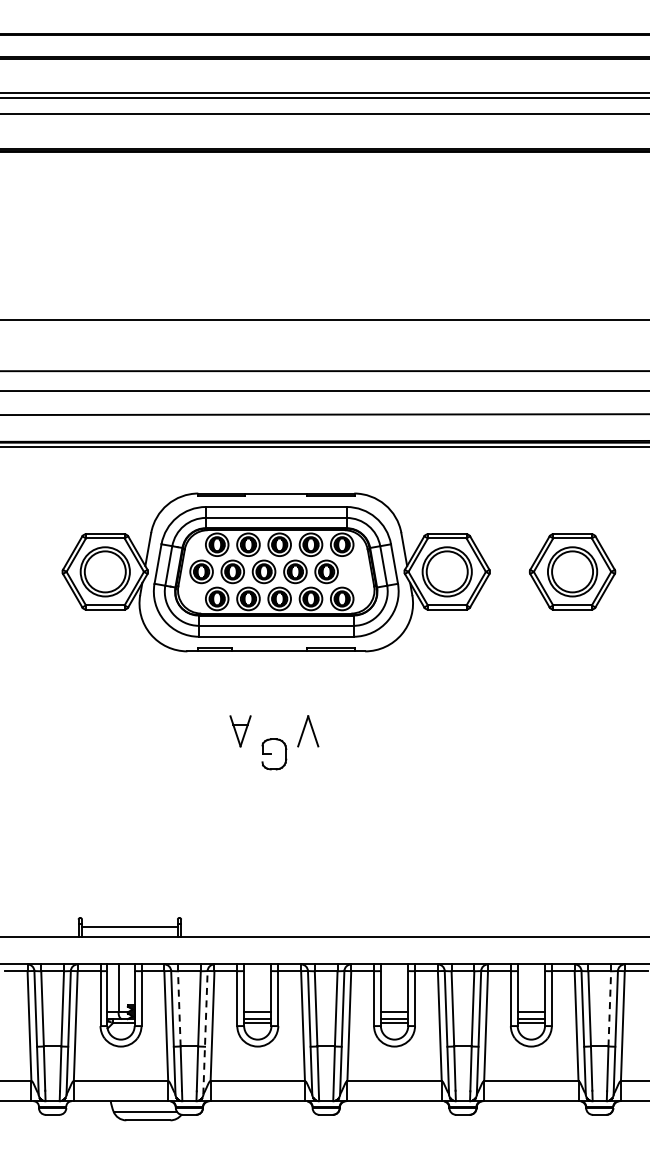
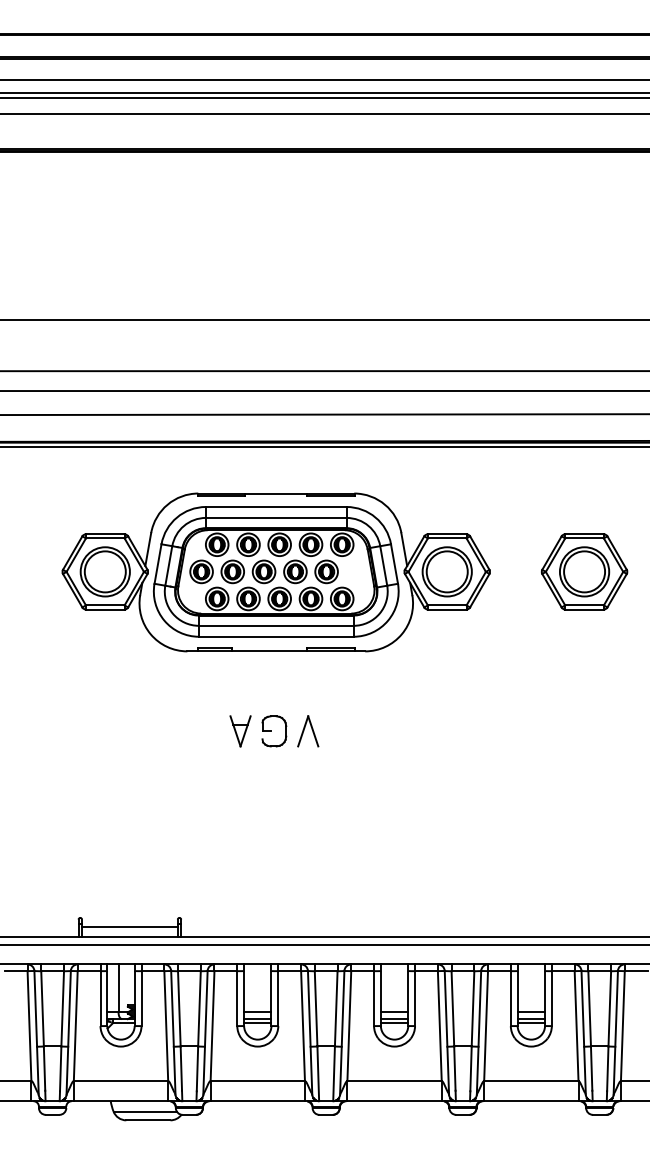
line at (324, 79): none -> present
part at (572, 571) position: (572, 571) -> (584, 571)
part at (274, 754) position: (274, 754) -> (274, 731)
line at (324, 944): none -> present
line at (179, 1008): dashed -> solid
line at (609, 1008): dashed -> solid
line at (205, 1032): dashed -> solid
